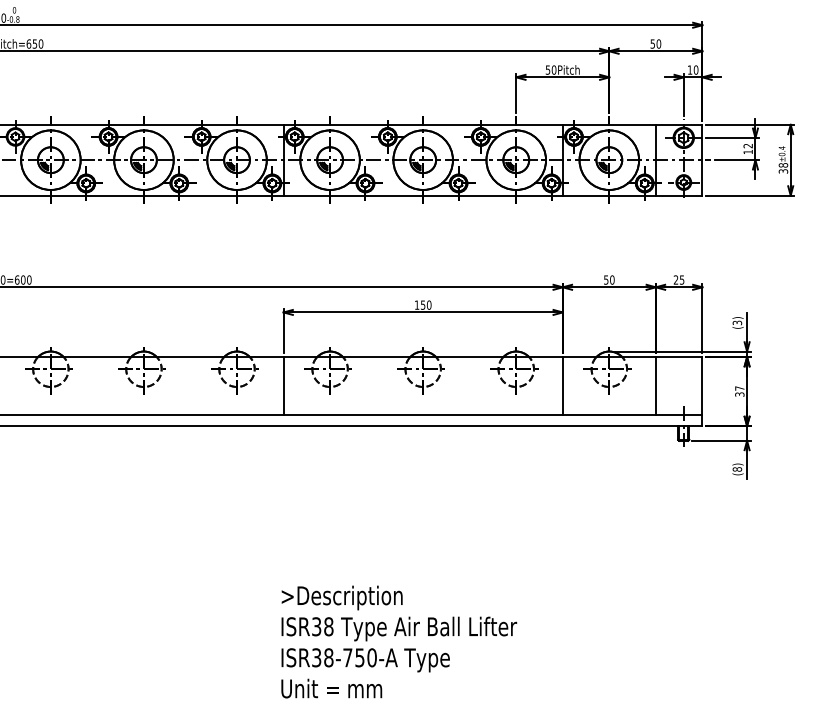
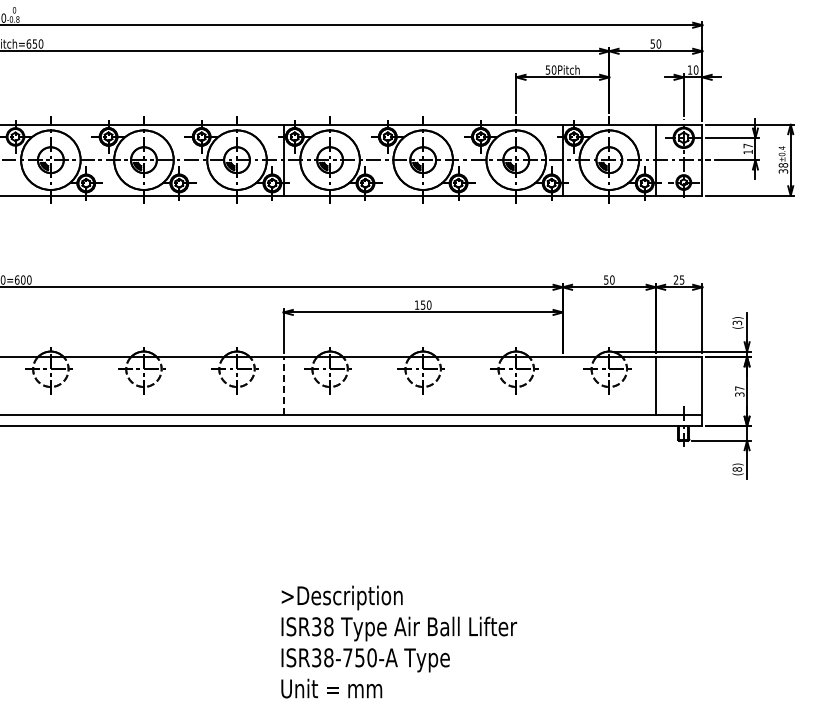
text at (747, 145): 12 -> 17
line at (283, 385): solid -> dashed
line at (562, 385): present -> none
